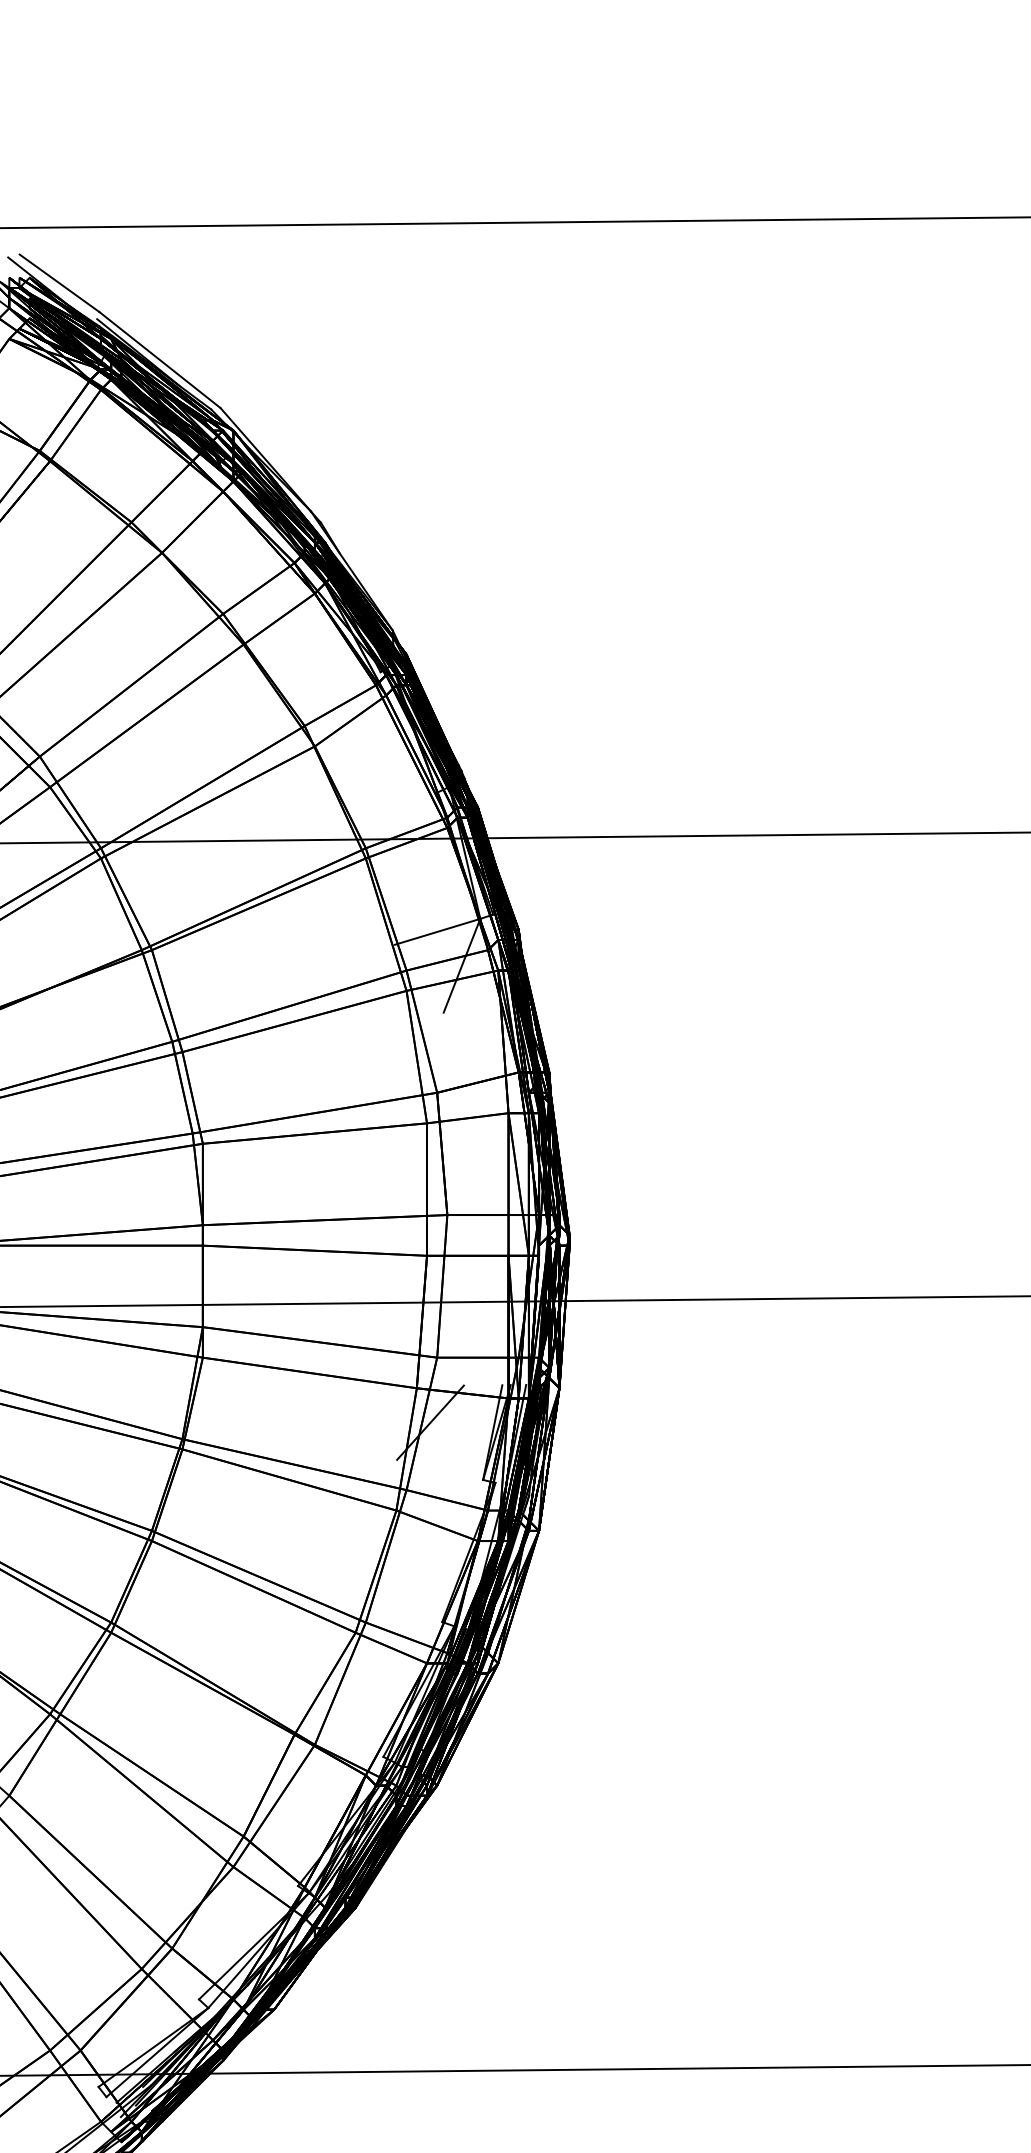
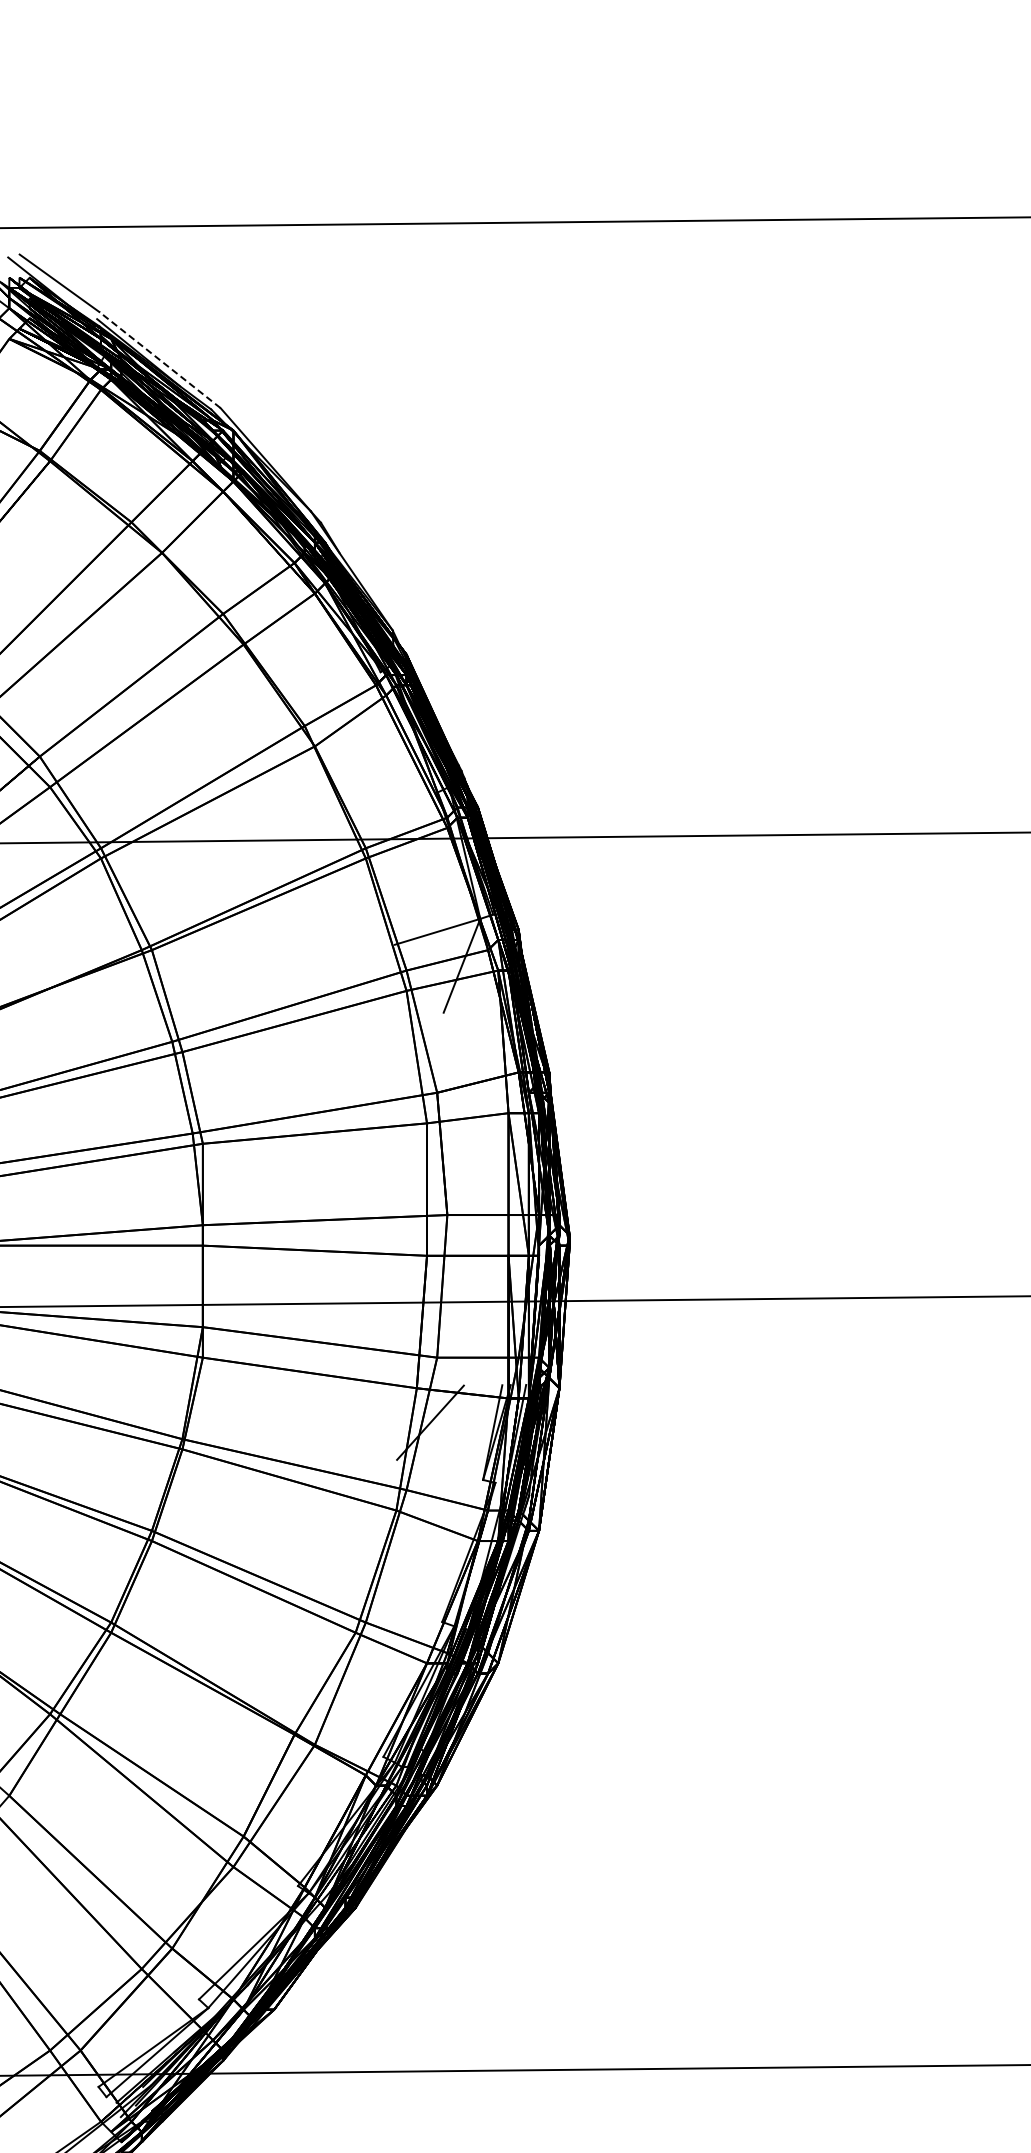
line at (159, 359): solid -> dashed
